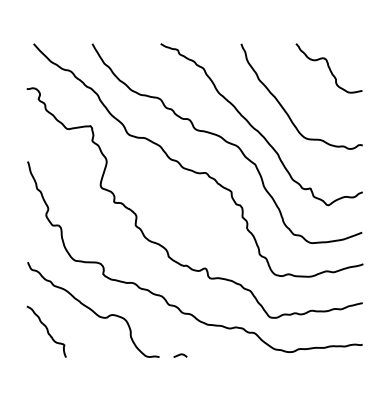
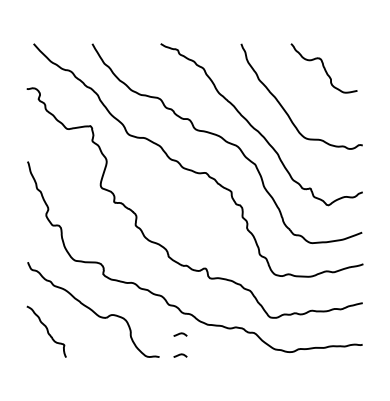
curve at (328, 68) position: (328, 68) -> (323, 68)
curve at (180, 334): none -> present
